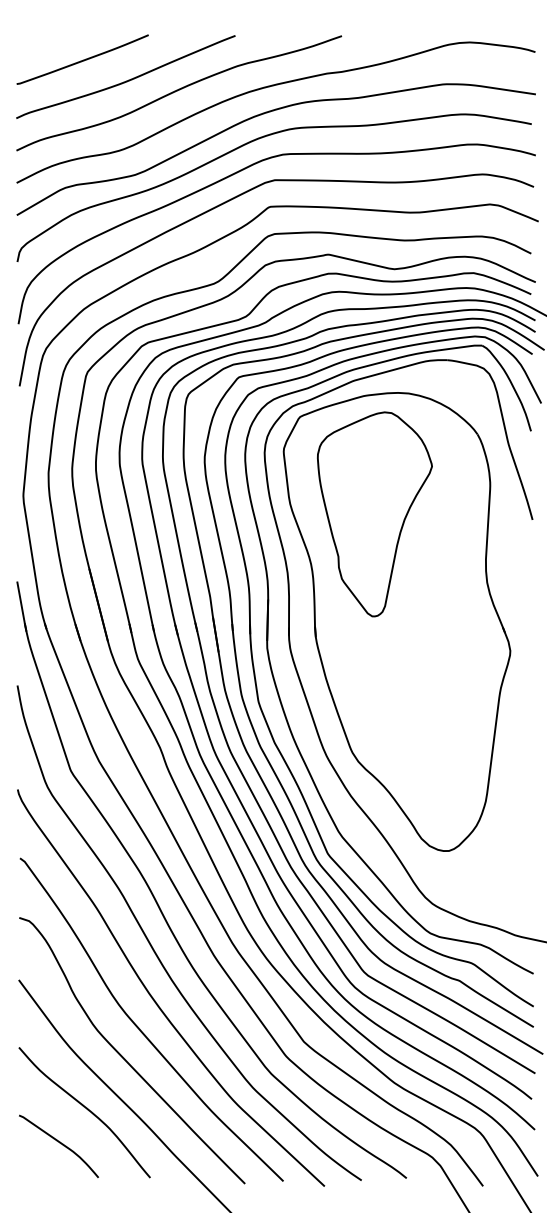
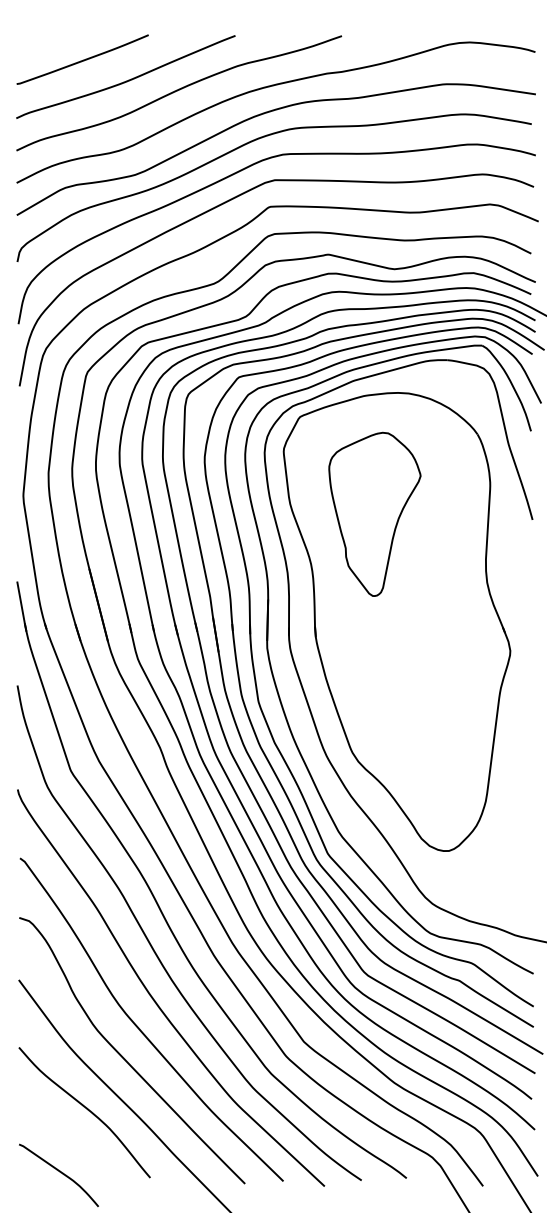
part at (374, 514) size: 116x207 px -> 94x166 px
curve at (59, 1143) position: (59, 1143) -> (59, 1172)
